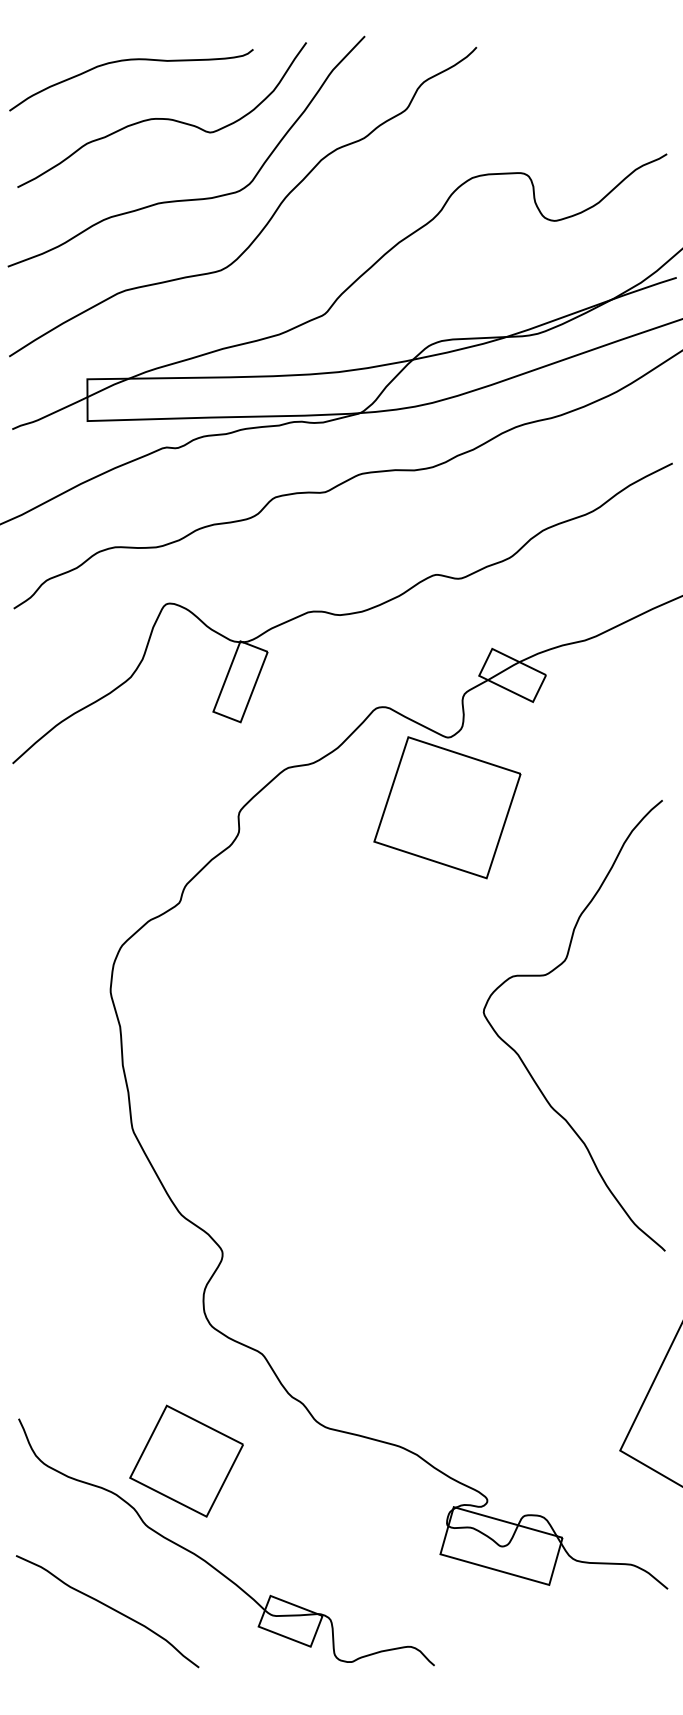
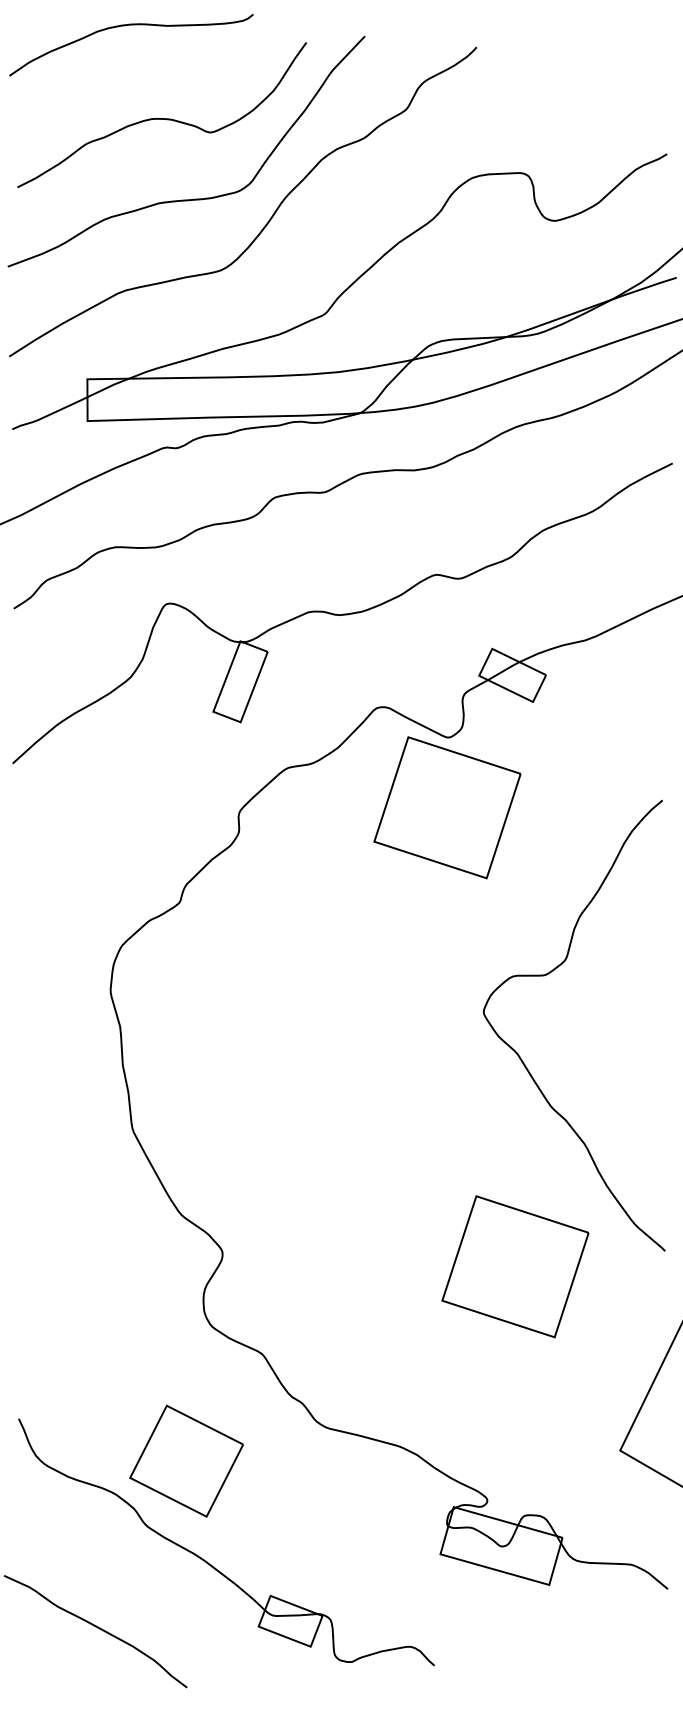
curve at (125, 61) position: (125, 61) -> (125, 26)
part at (515, 1266): none -> present
curve at (109, 1608) position: (109, 1608) -> (97, 1628)
